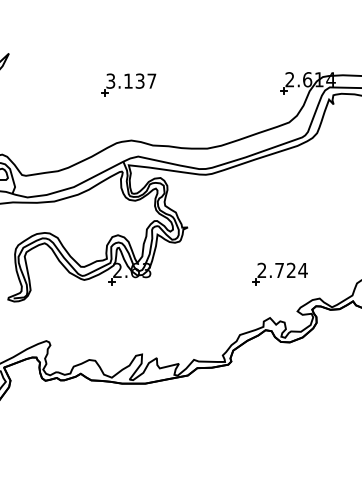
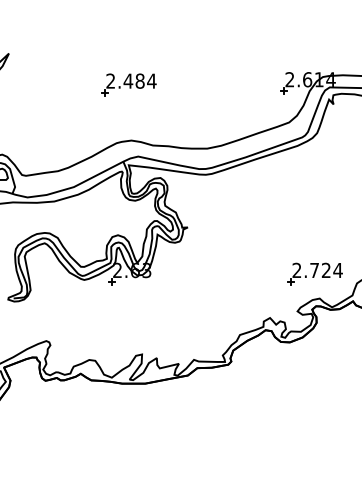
text at (131, 80): 3.137 -> 2.484
part at (279, 273) position: (279, 273) -> (314, 273)
